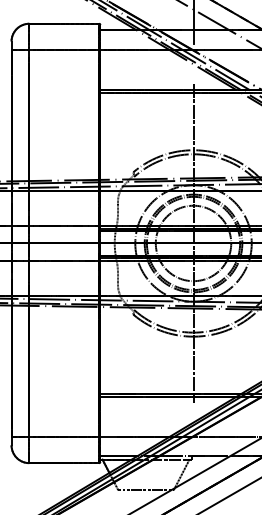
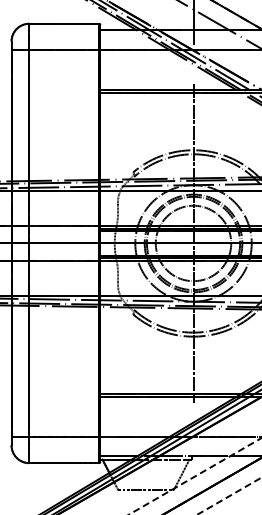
line at (195, 476): solid -> dashed
line at (229, 496): solid -> dashed
